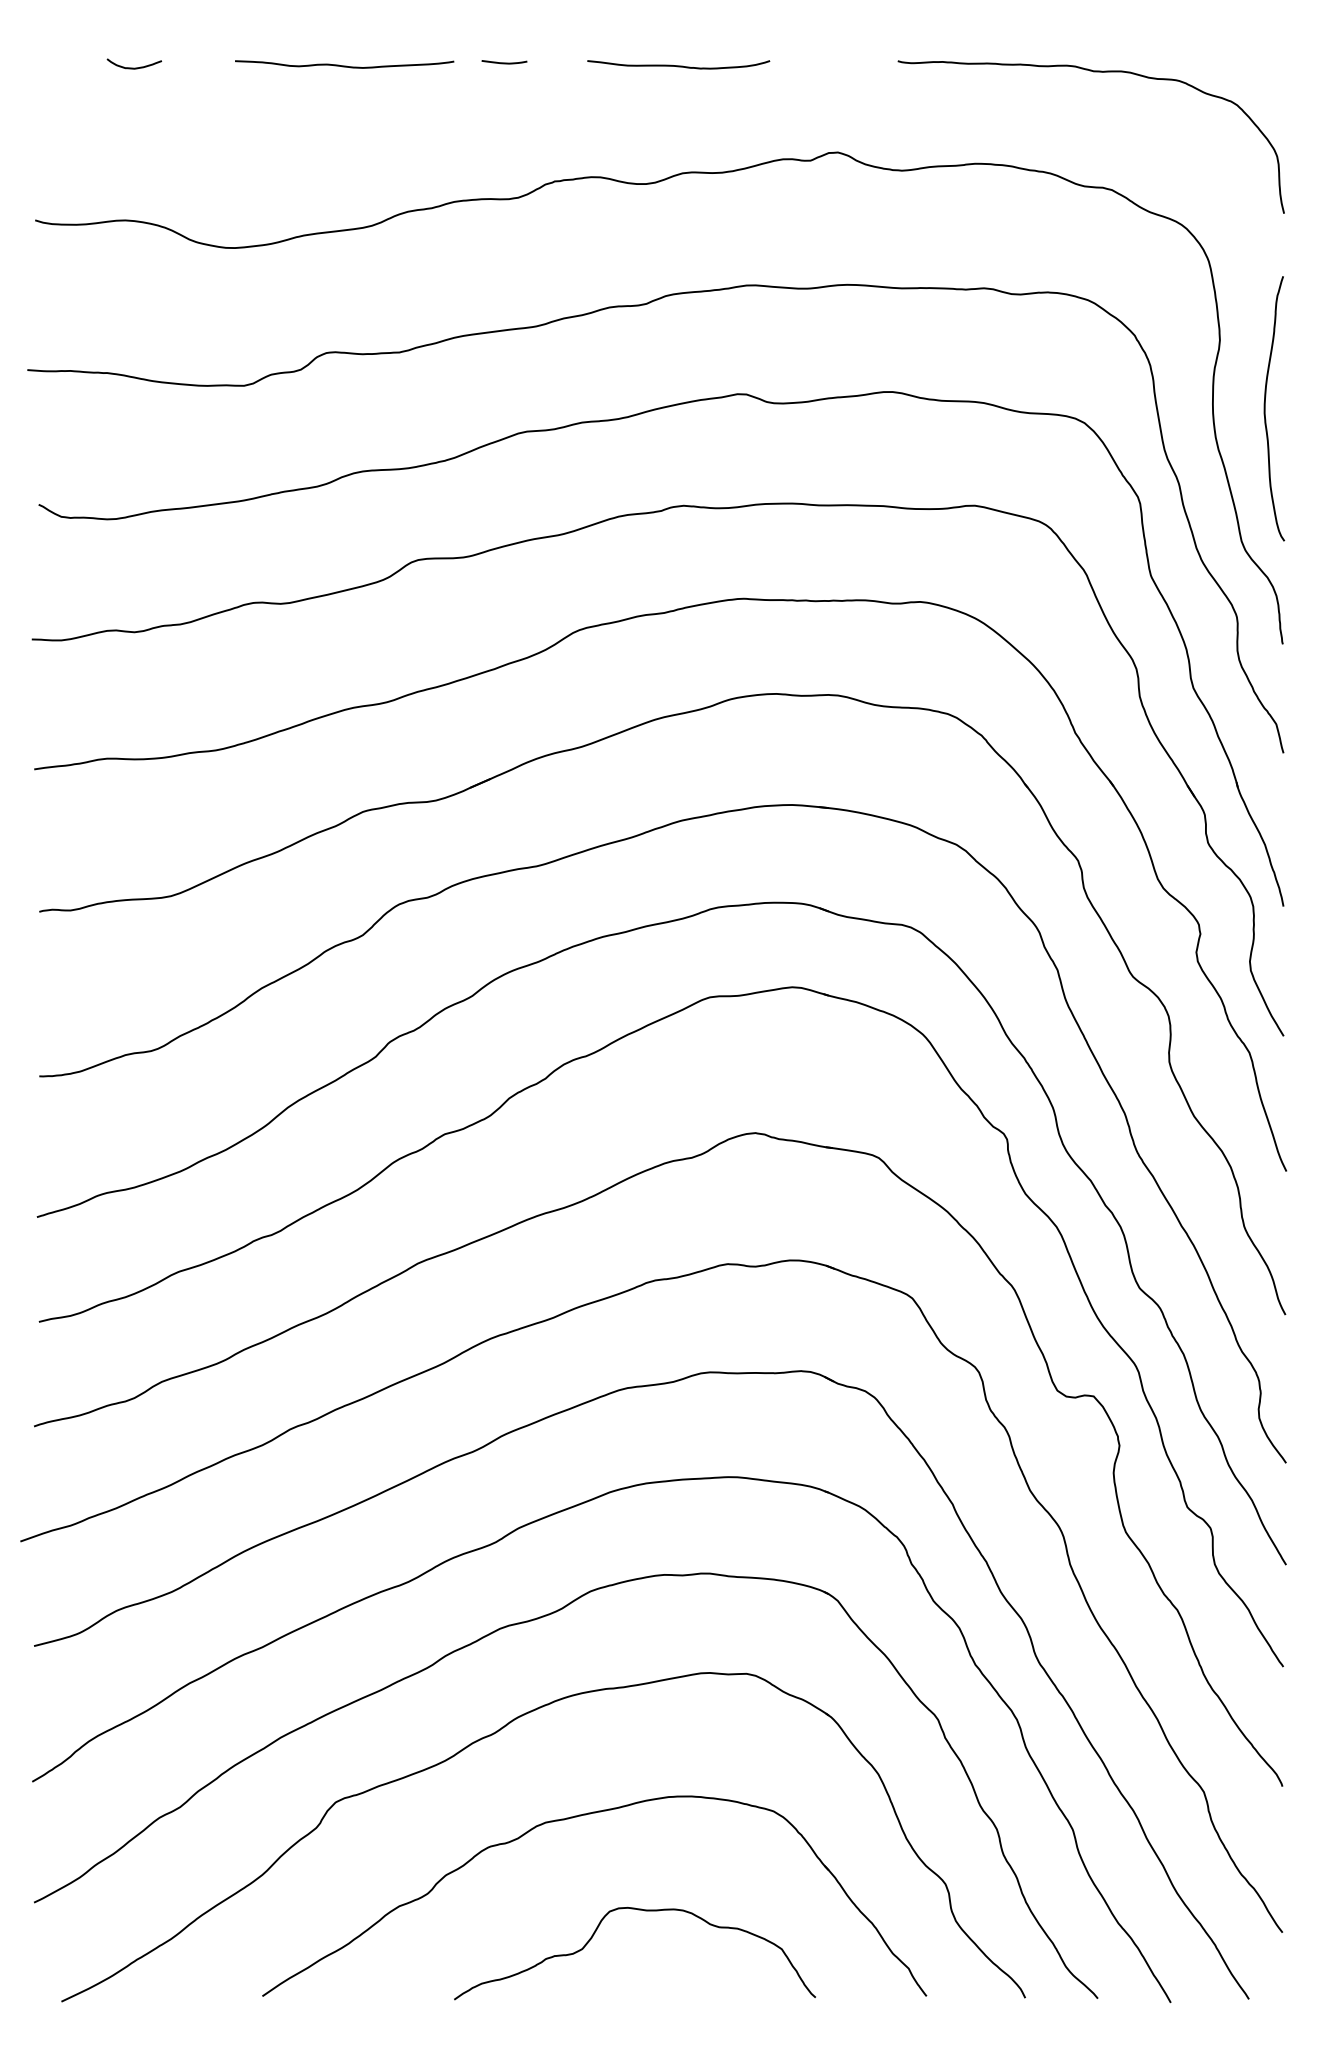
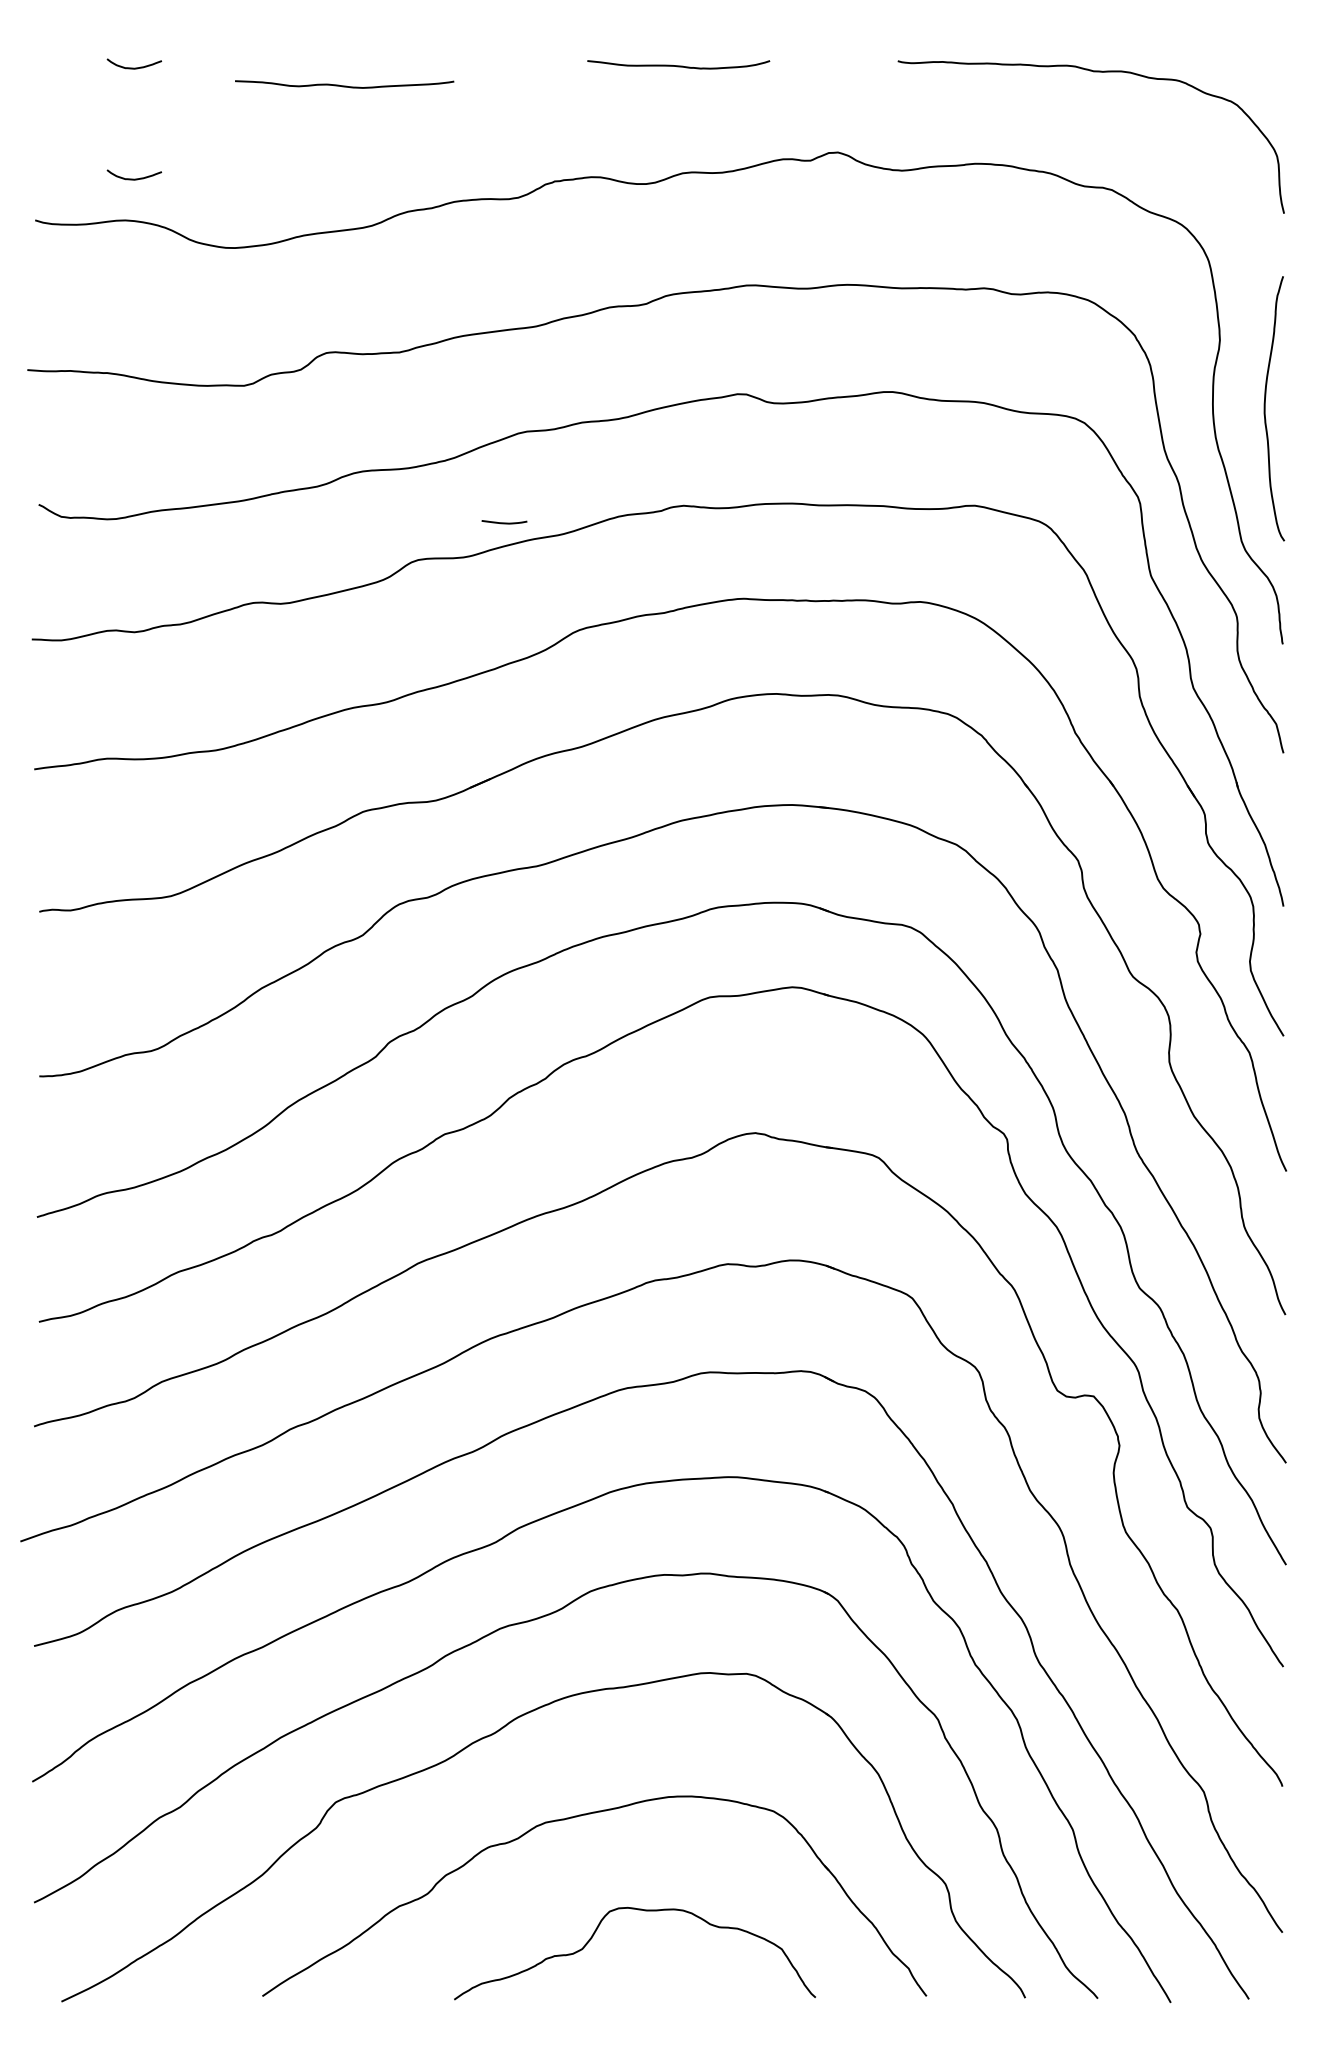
curve at (504, 62) position: (504, 62) -> (504, 522)
curve at (344, 65) position: (344, 65) -> (344, 85)
curve at (133, 178): none -> present
